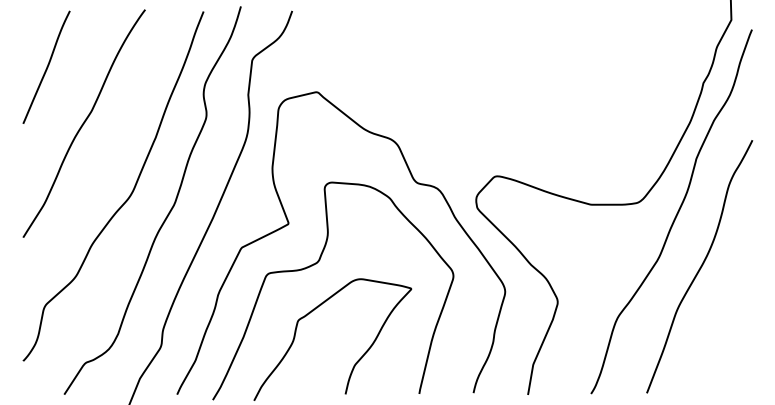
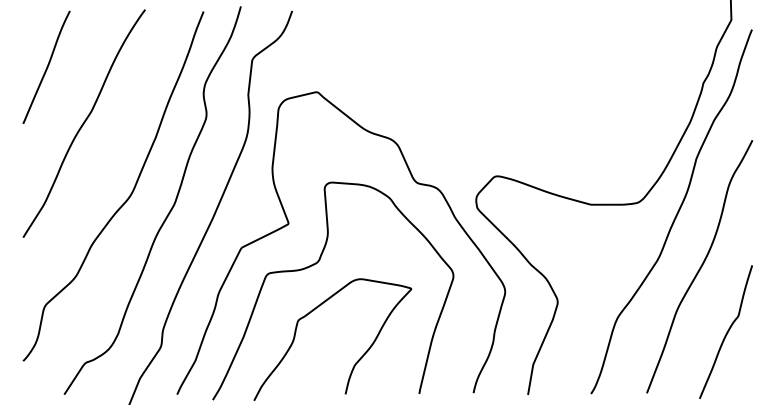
curve at (726, 332): none -> present
